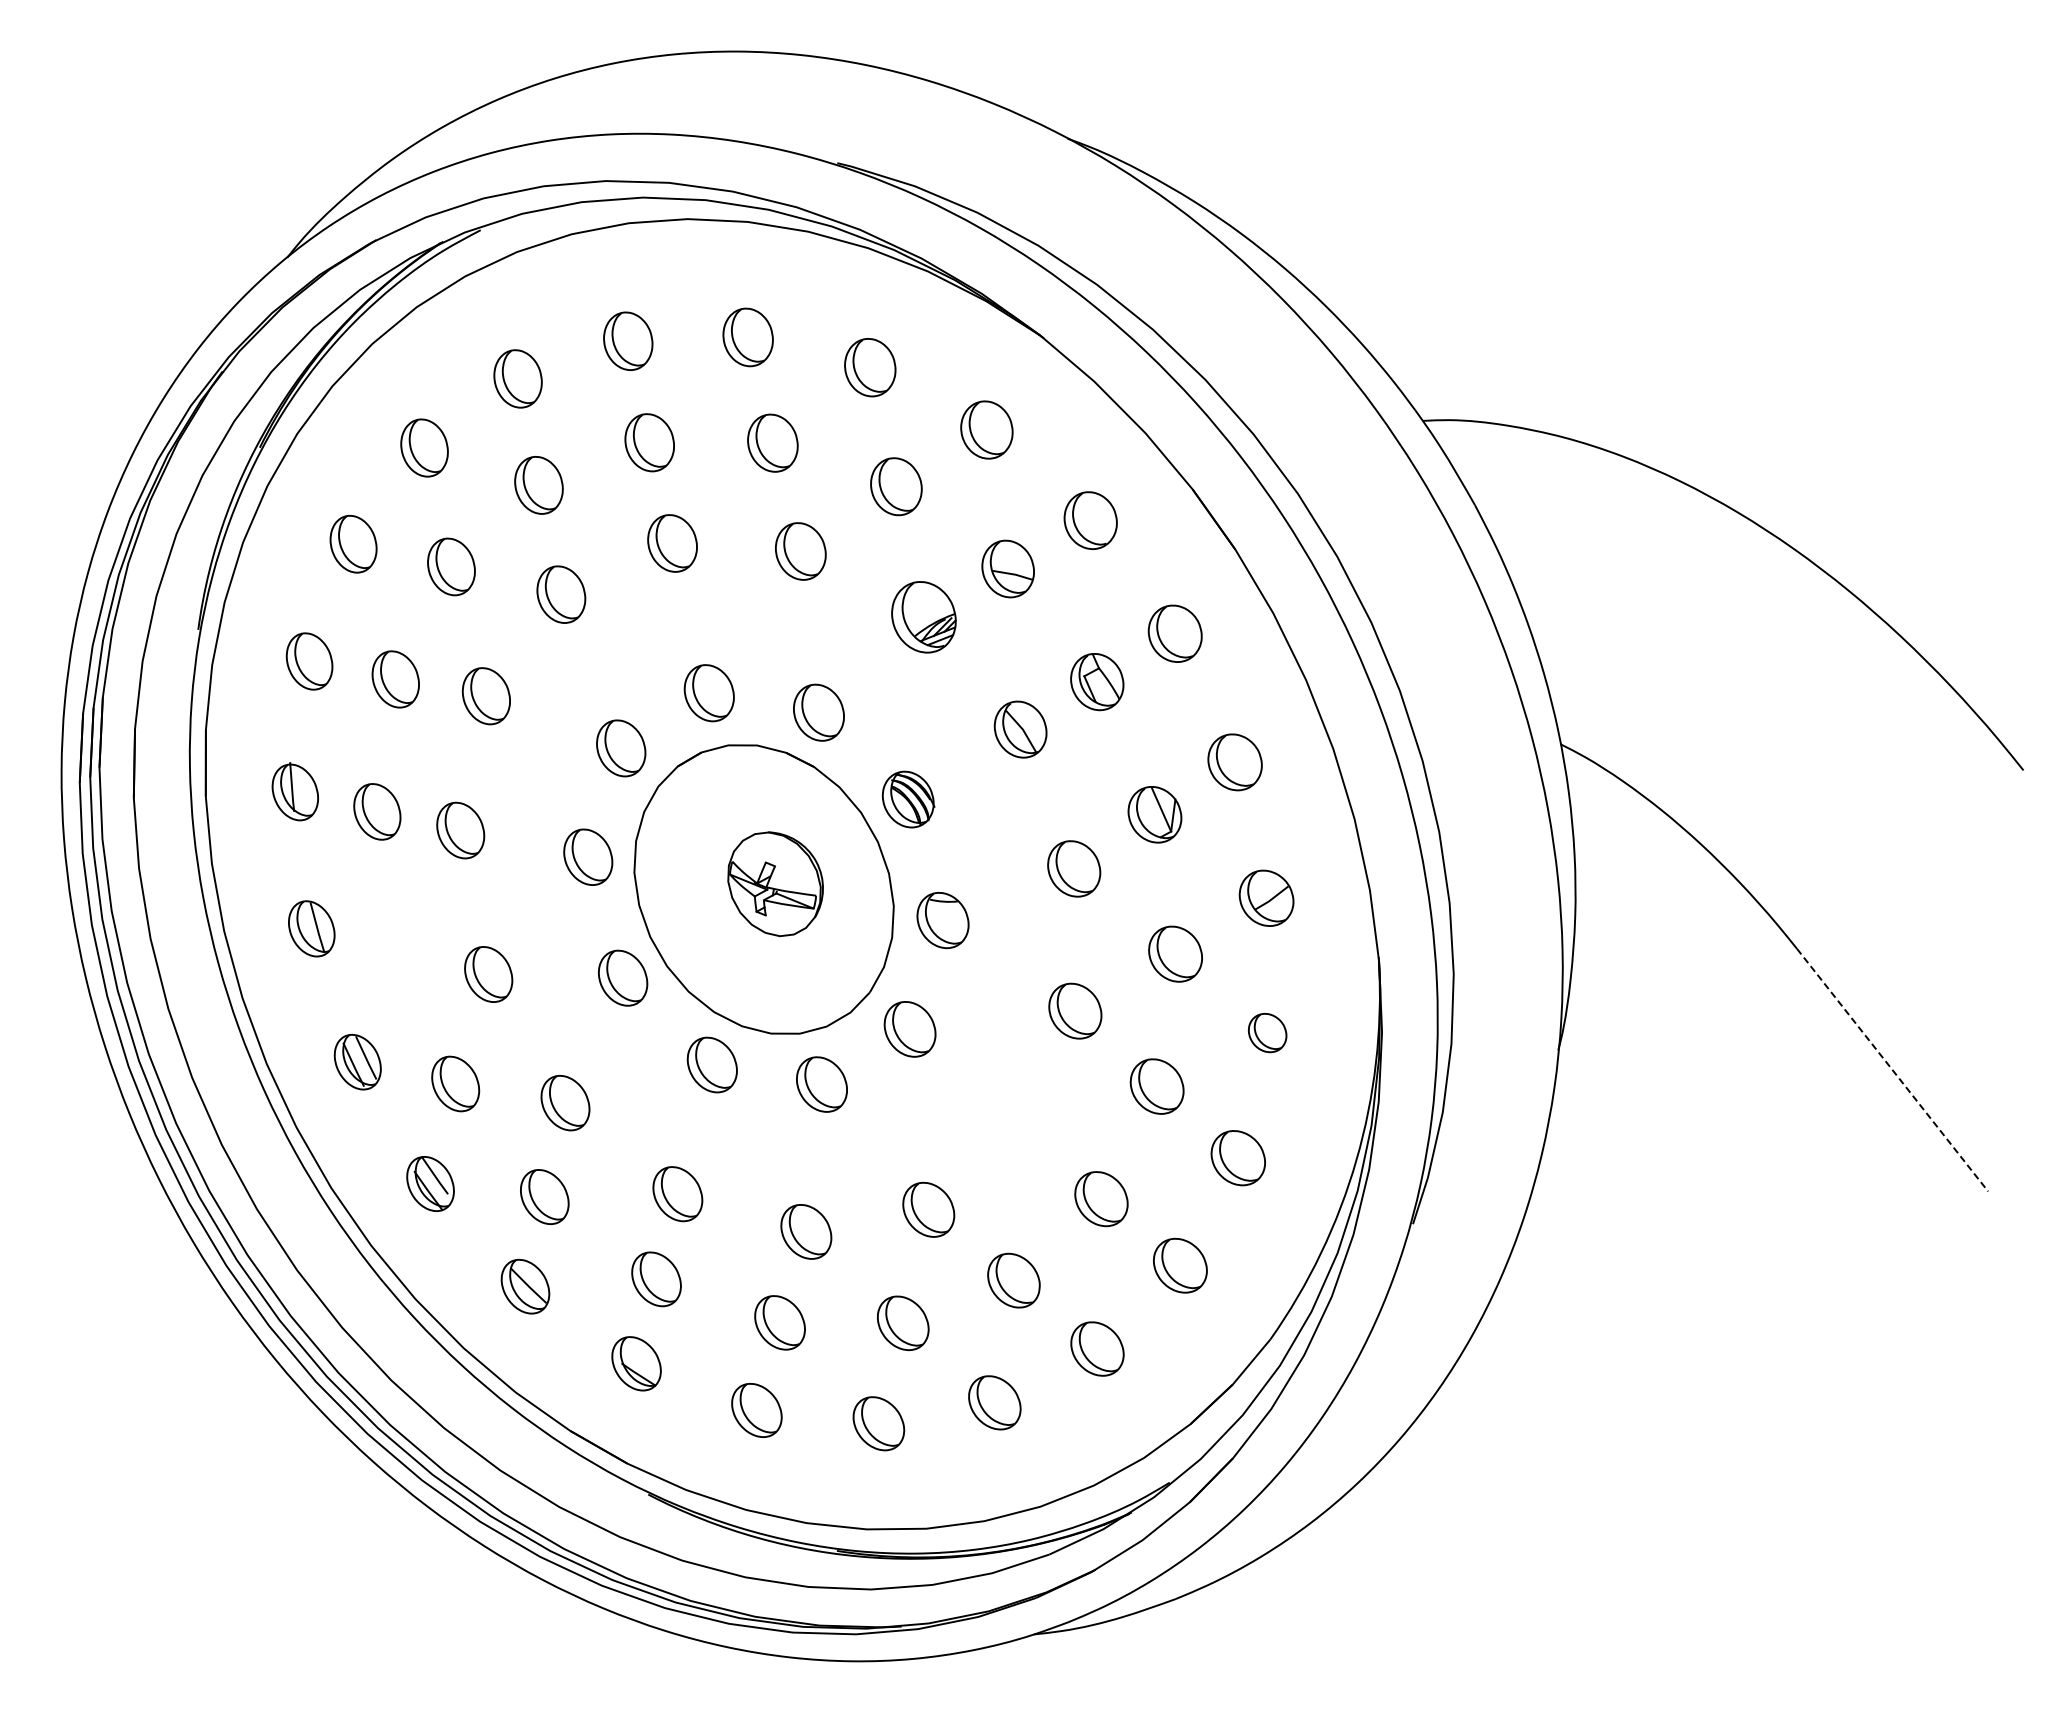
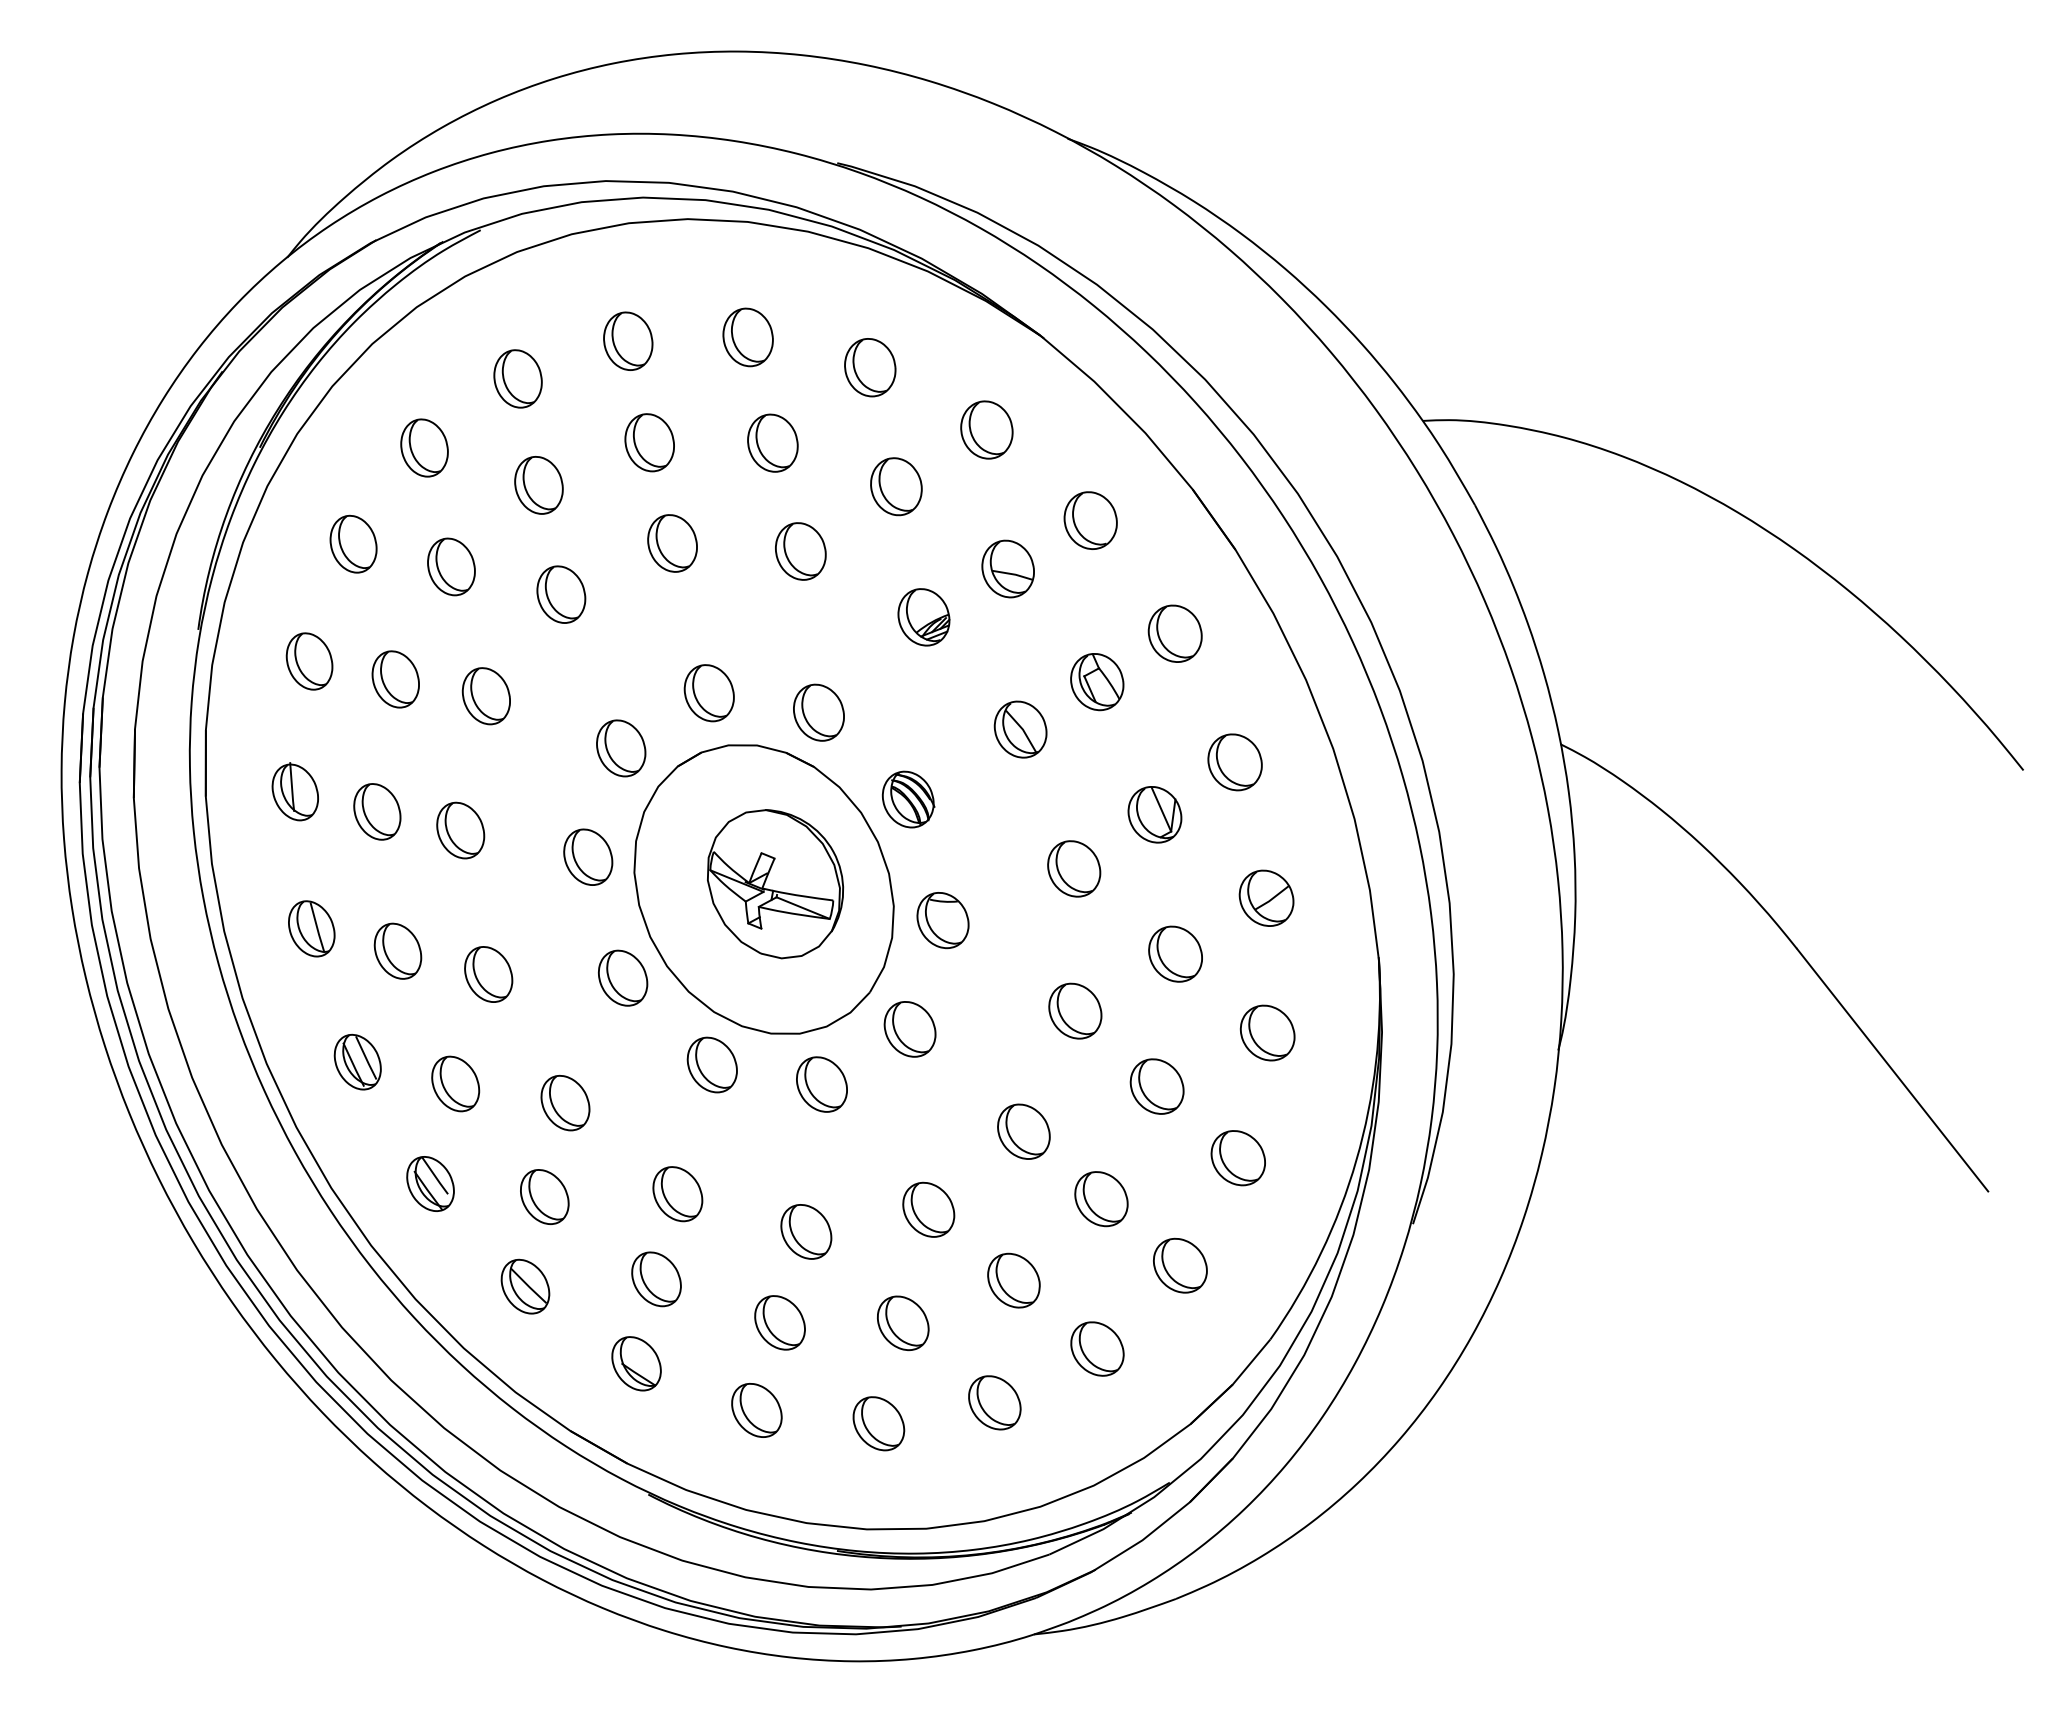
part at (923, 617) size: 66x73 px -> 54x59 px
part at (775, 884) size: 97x107 px -> 138x151 px
part at (397, 950): none -> present
part at (1267, 1033) size: 41x41 px -> 57x58 px
line at (1892, 1070): dashed -> solid
part at (1023, 1131): none -> present
